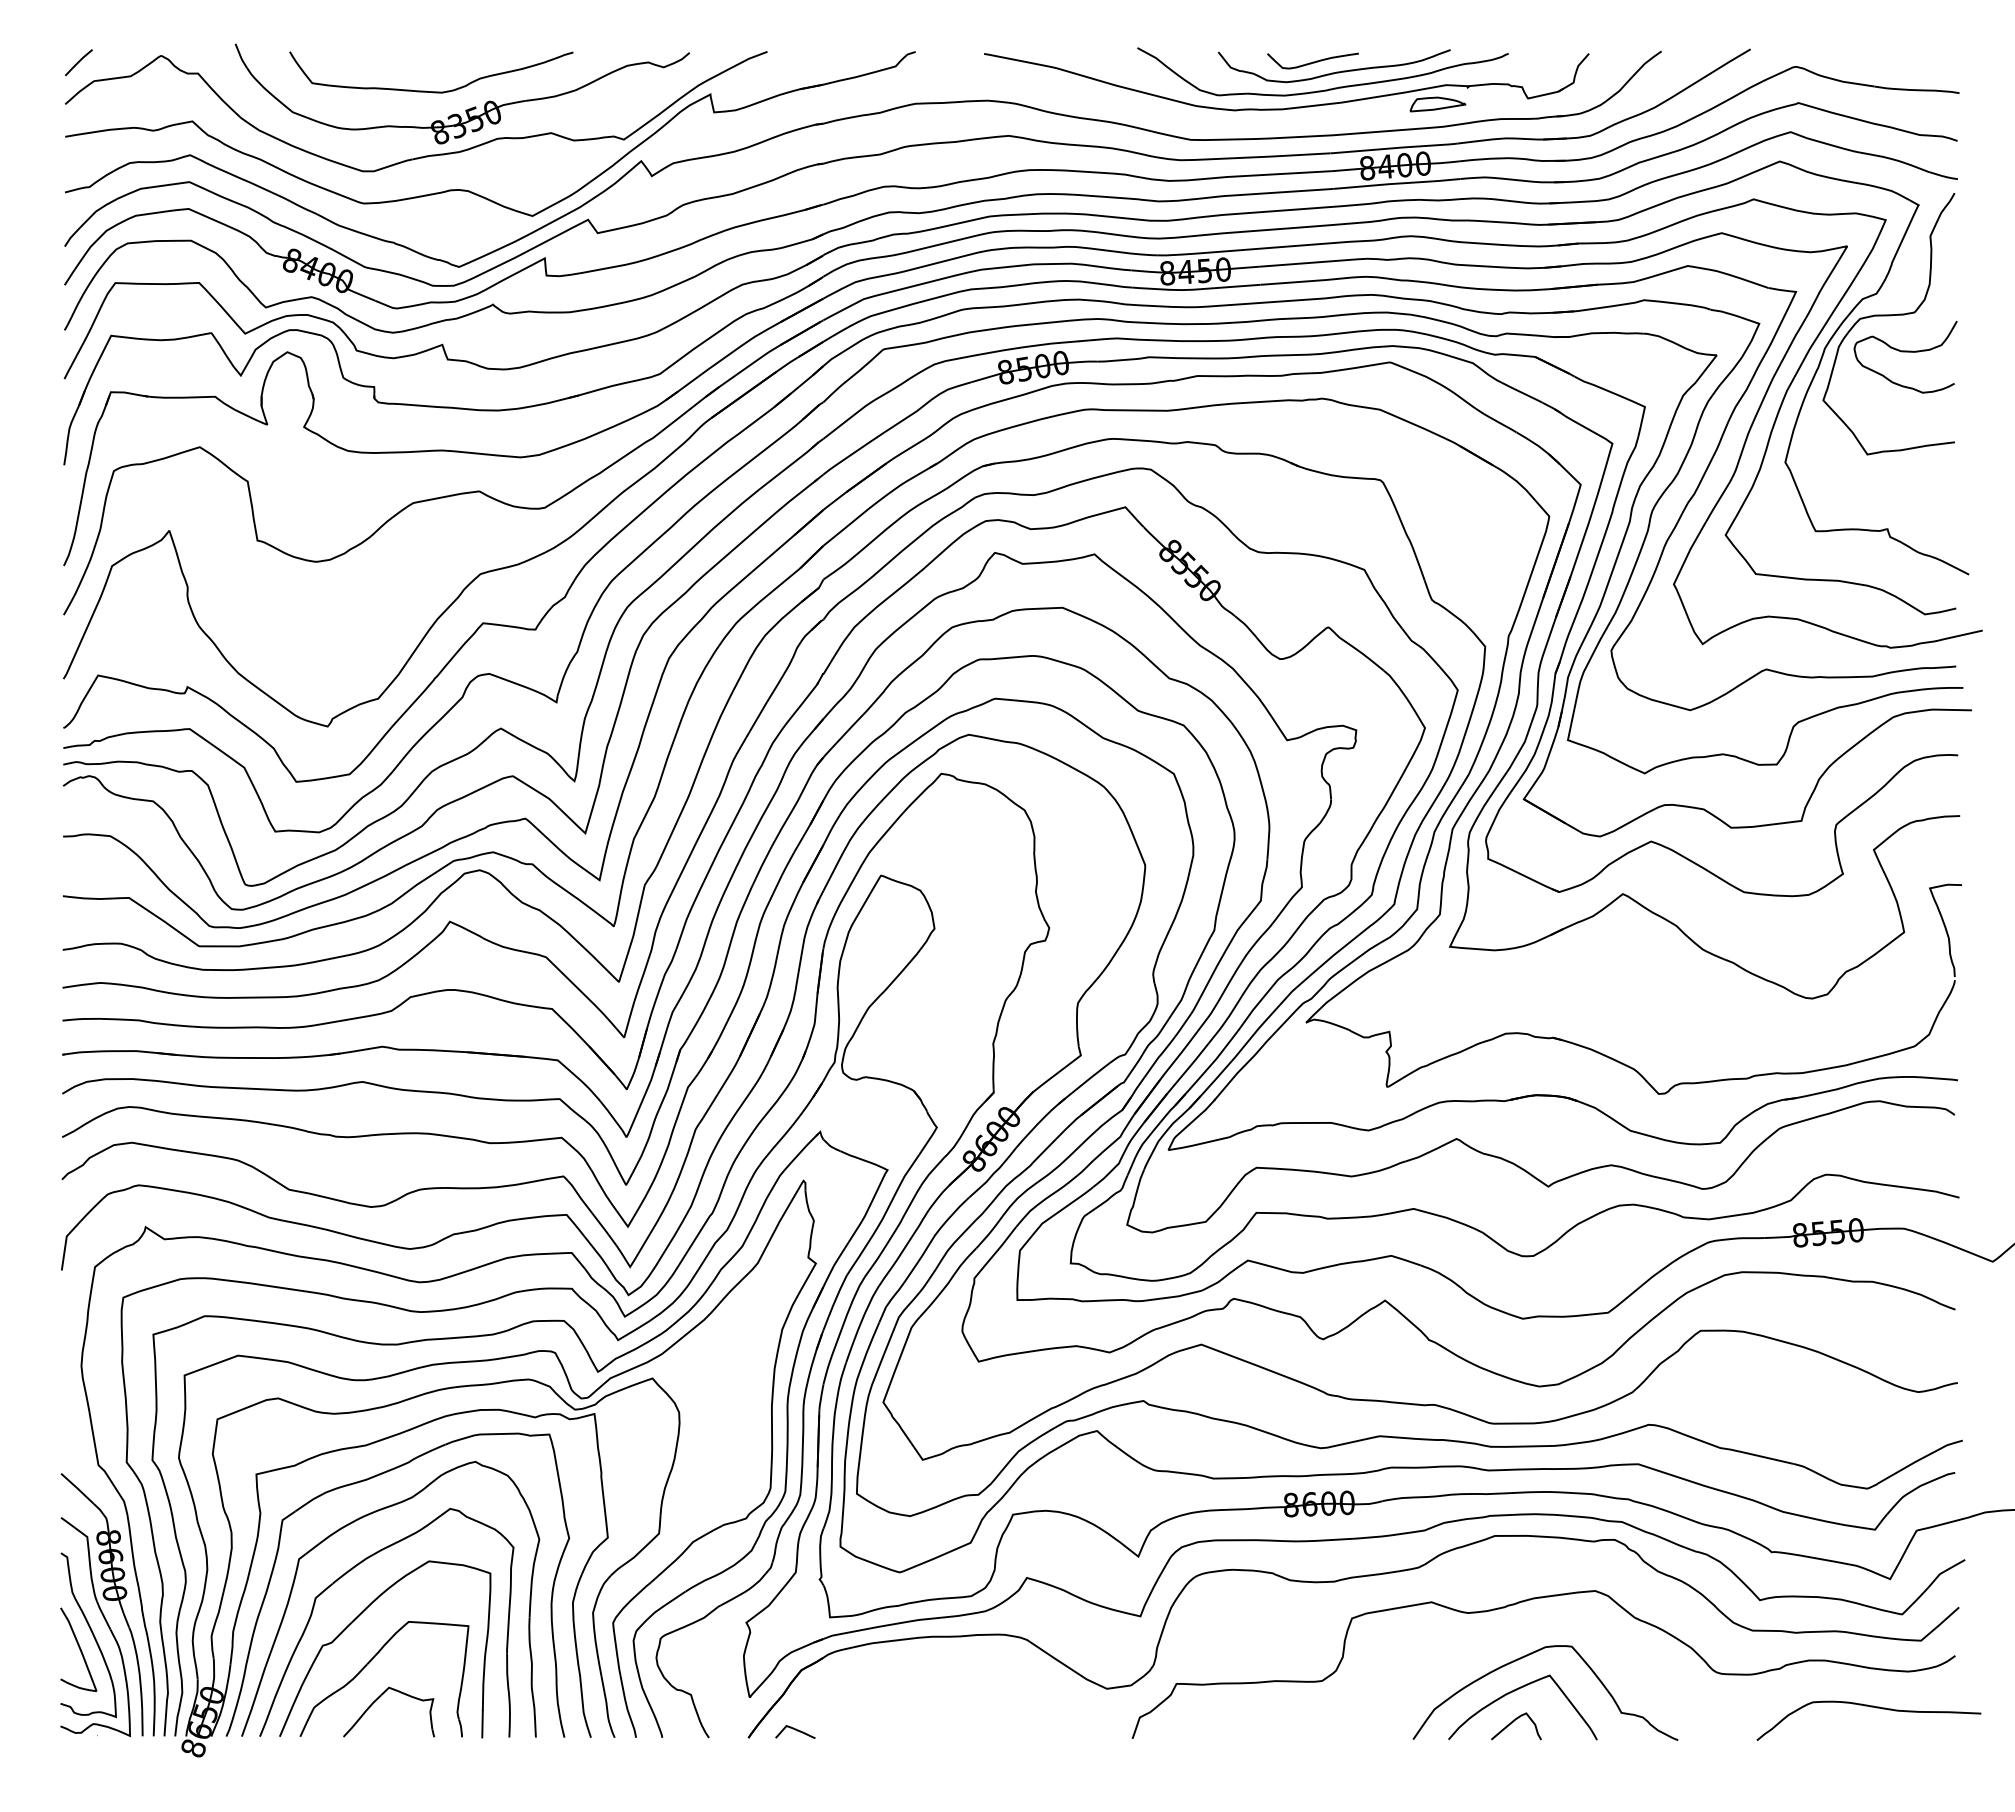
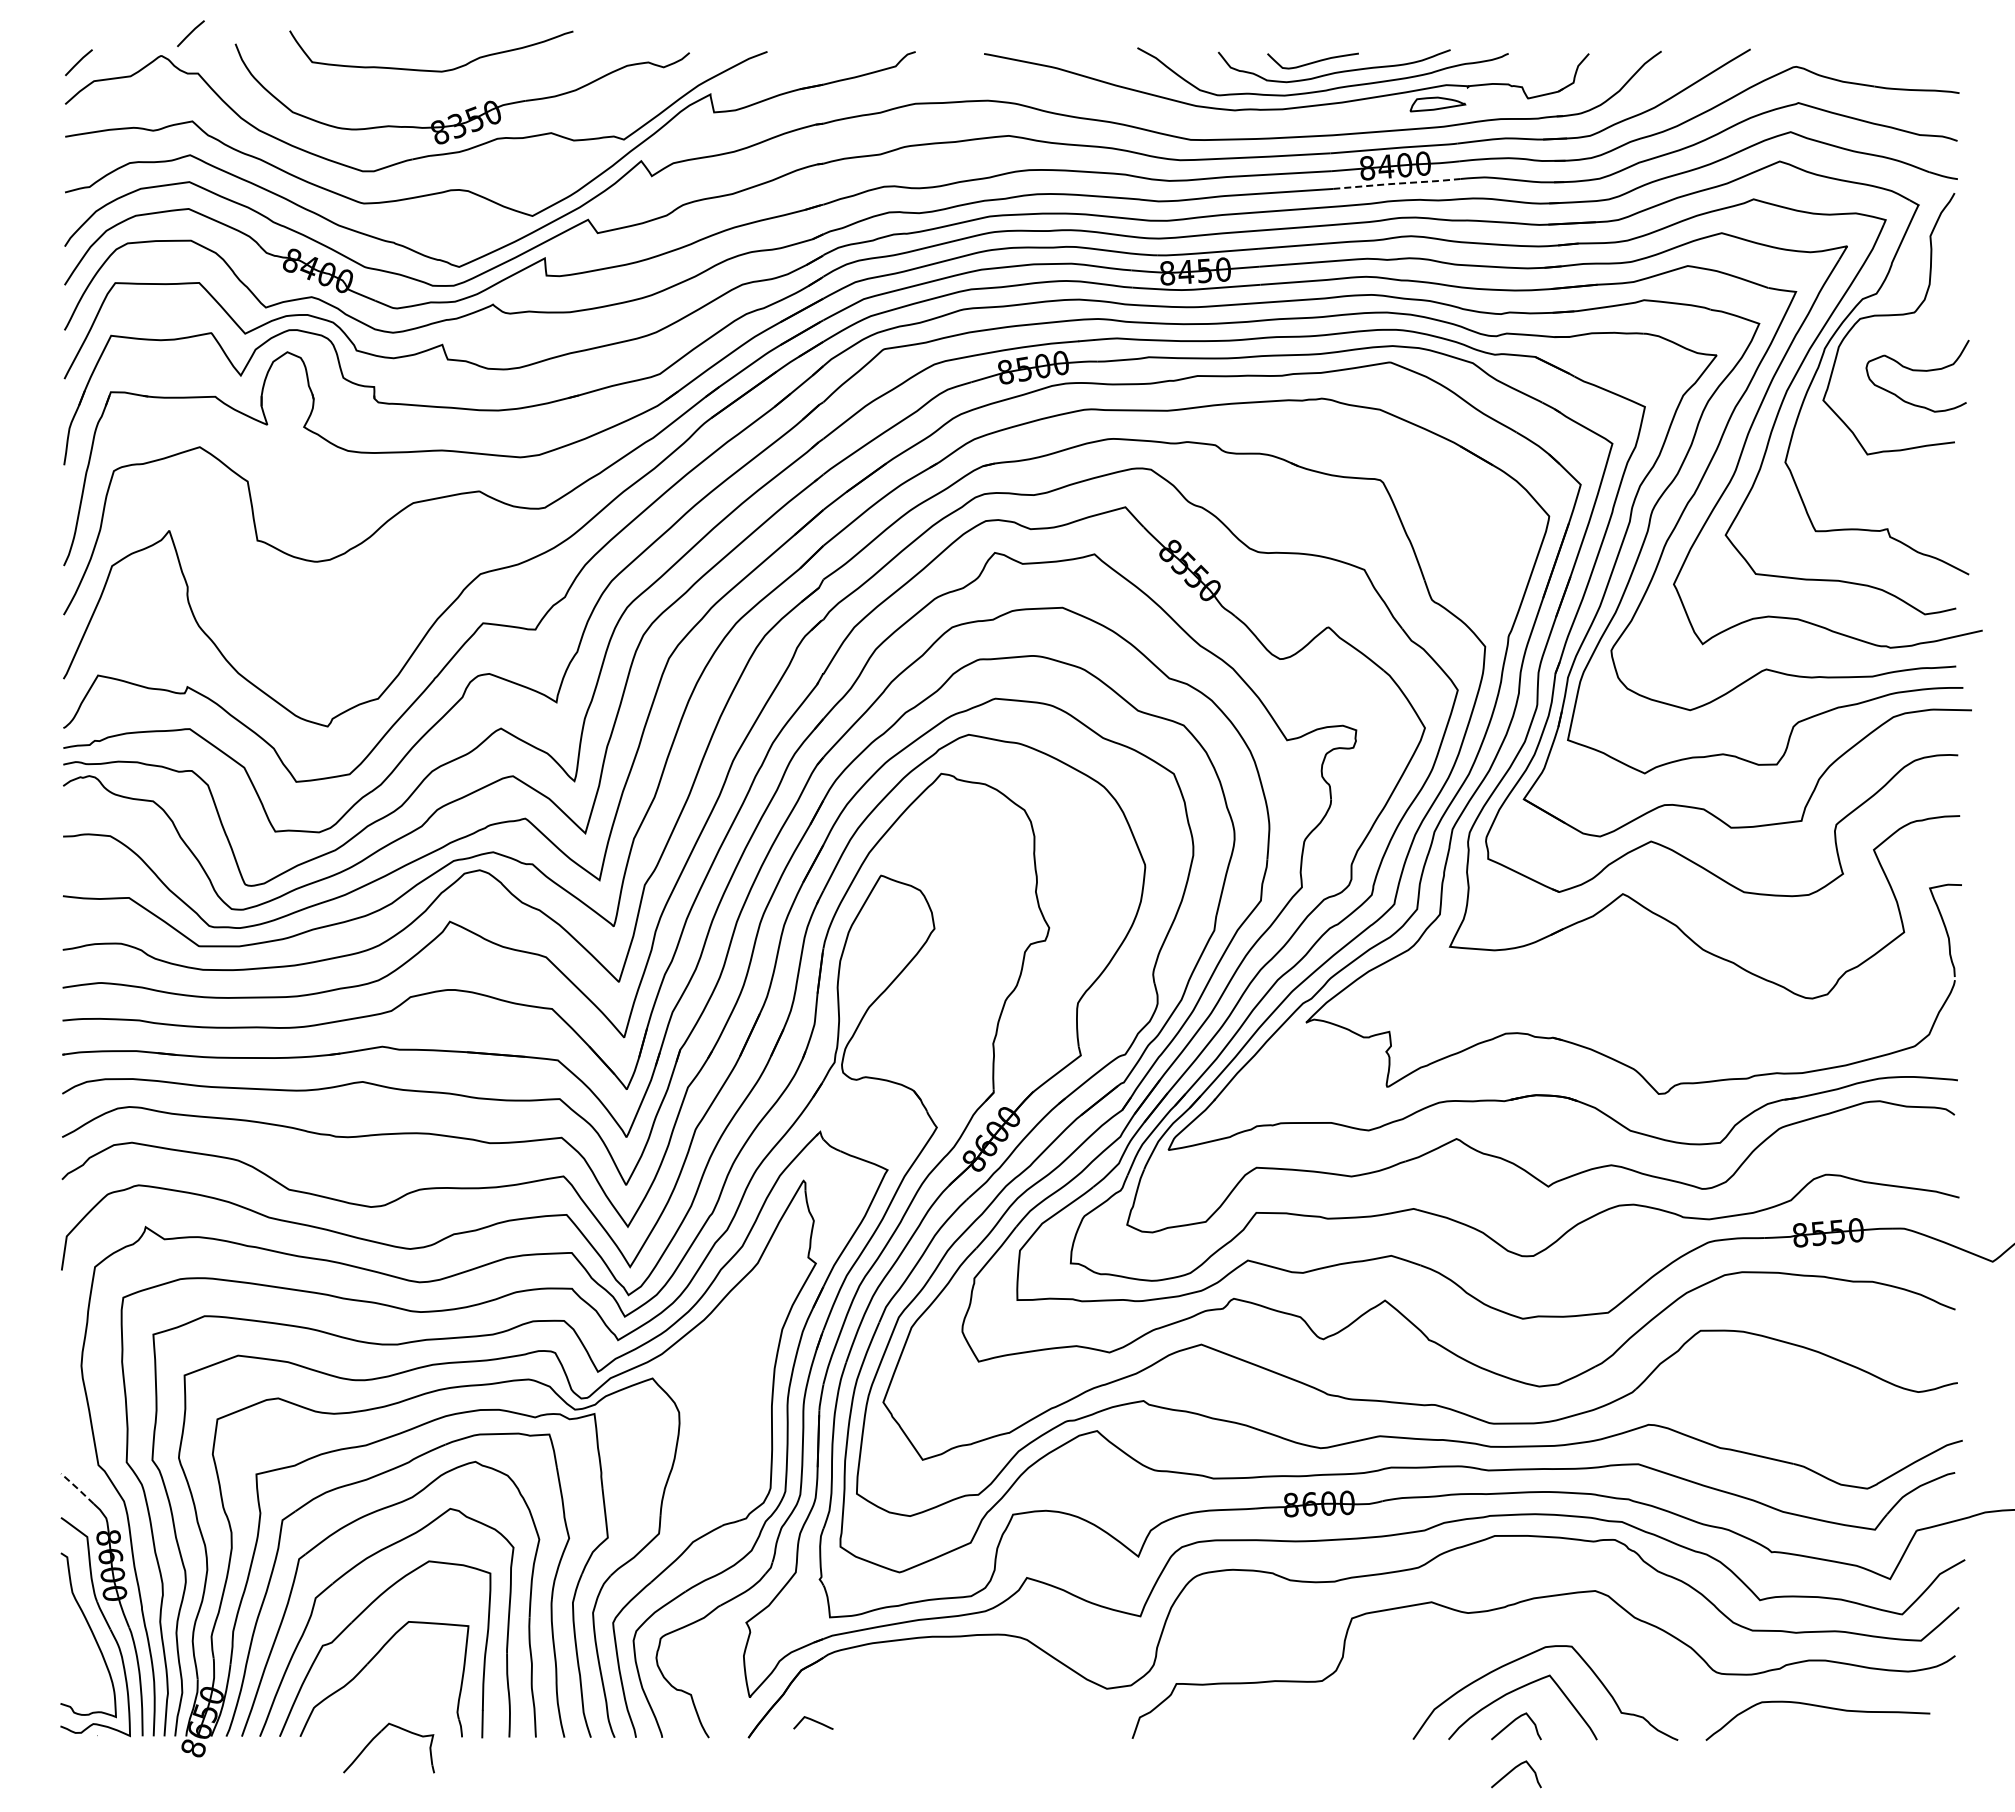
line at (190, 33): none -> present
curve at (426, 90) position: (426, 90) -> (426, 69)
line at (1397, 183): solid -> dashed
curve at (1905, 352) position: (1905, 352) -> (1917, 371)
line at (77, 1488): solid -> dashed
curve at (79, 1649): present -> none
part at (377, 1700) position: (377, 1700) -> (377, 1736)
curve at (1870, 1707) position: (1870, 1707) -> (1819, 1707)
curve at (795, 1730) position: (795, 1730) -> (813, 1721)
curve at (1513, 1770): none -> present
